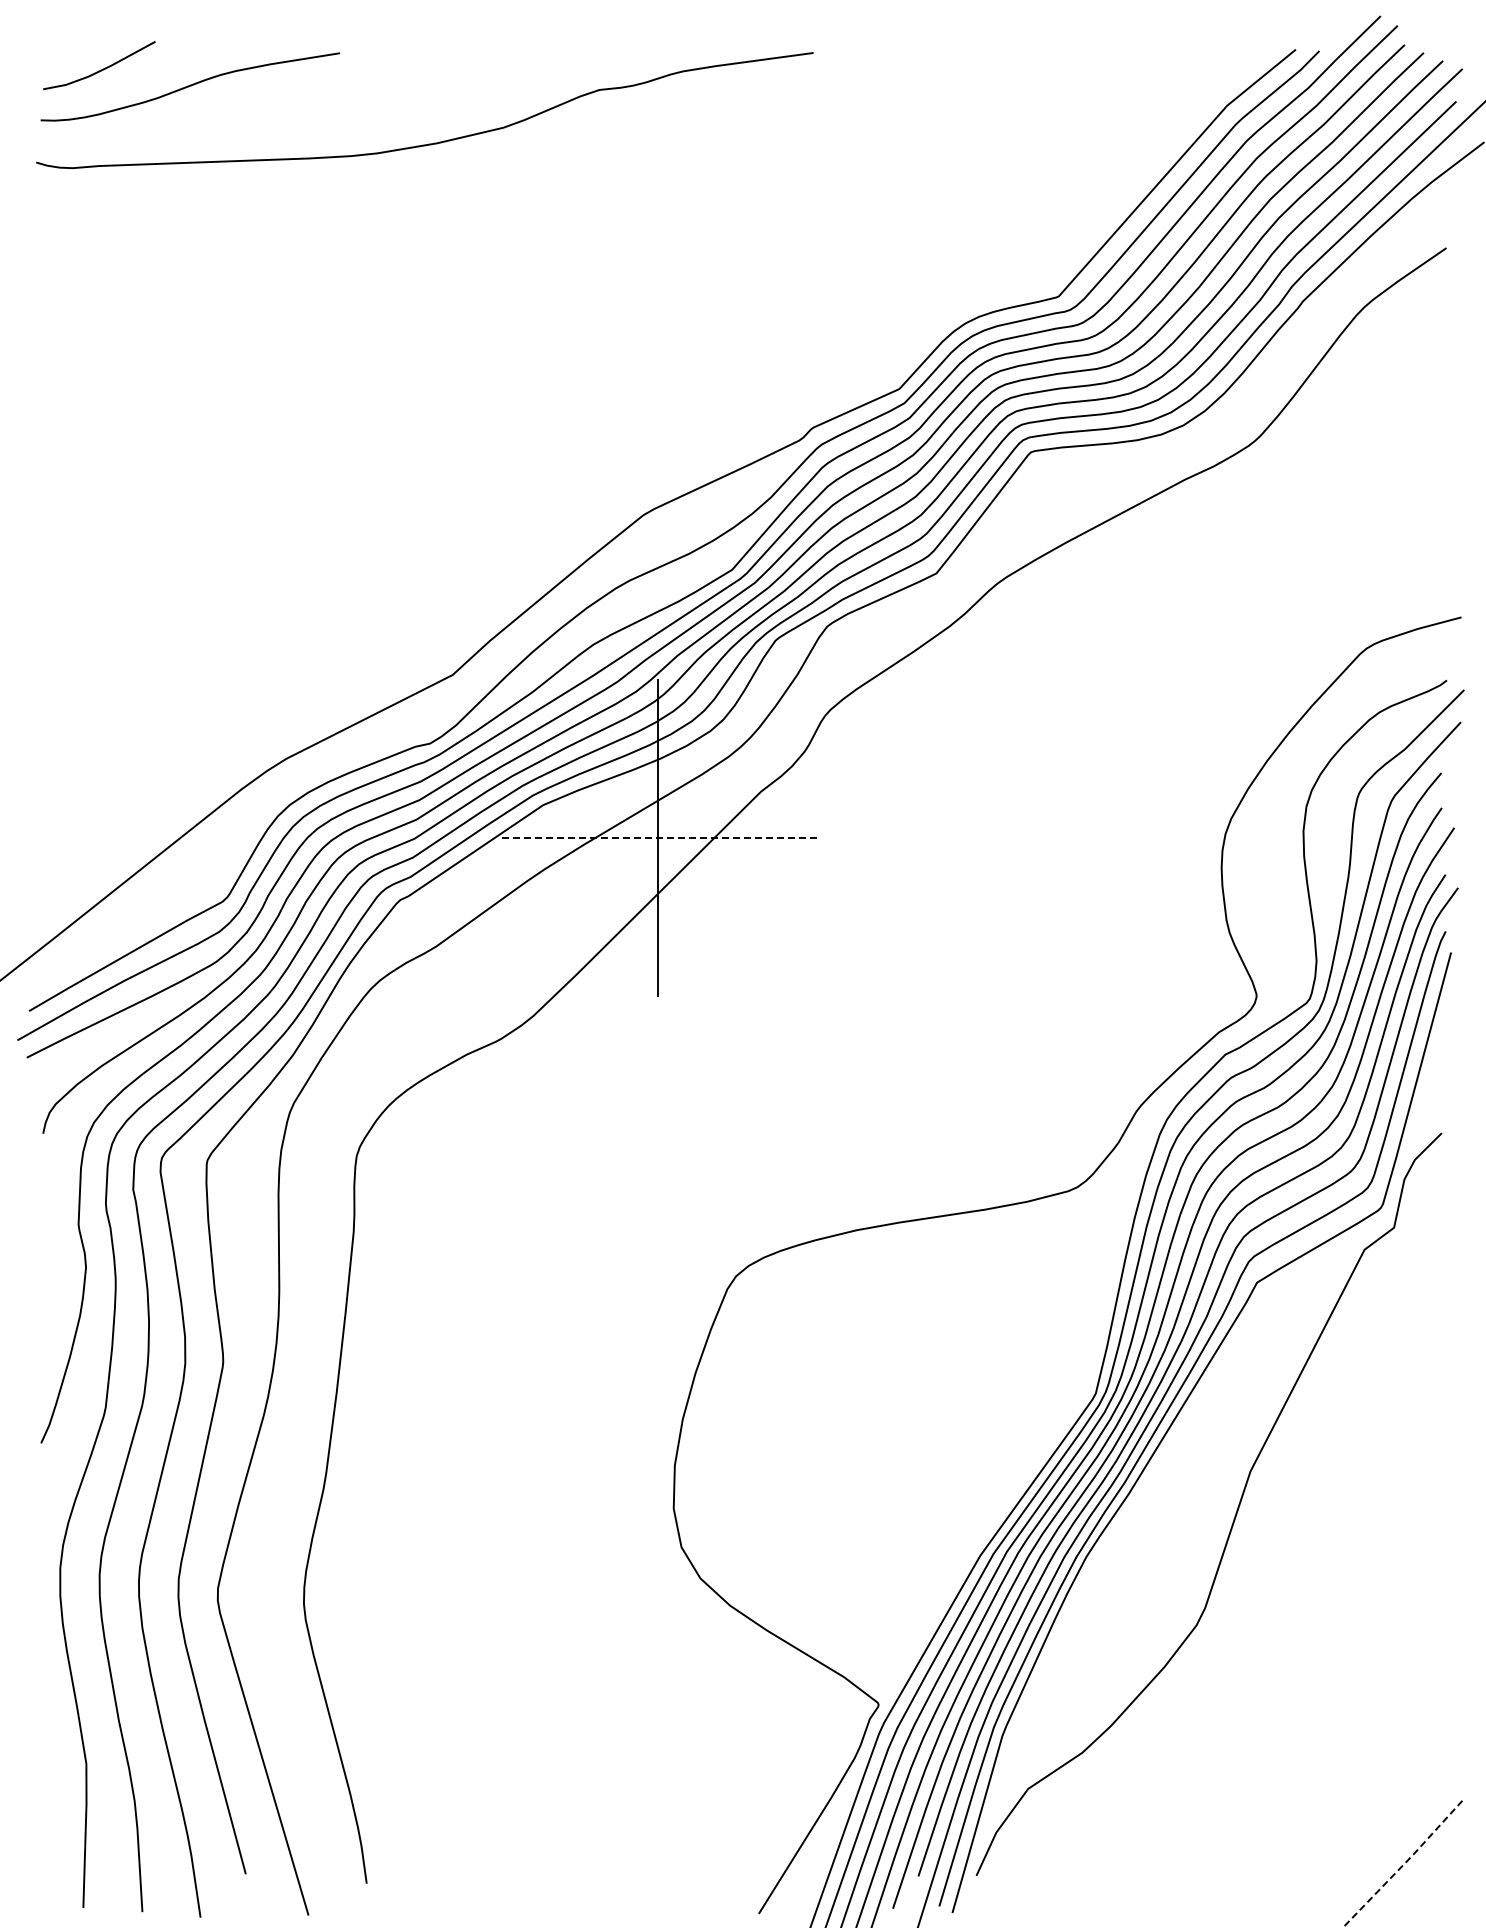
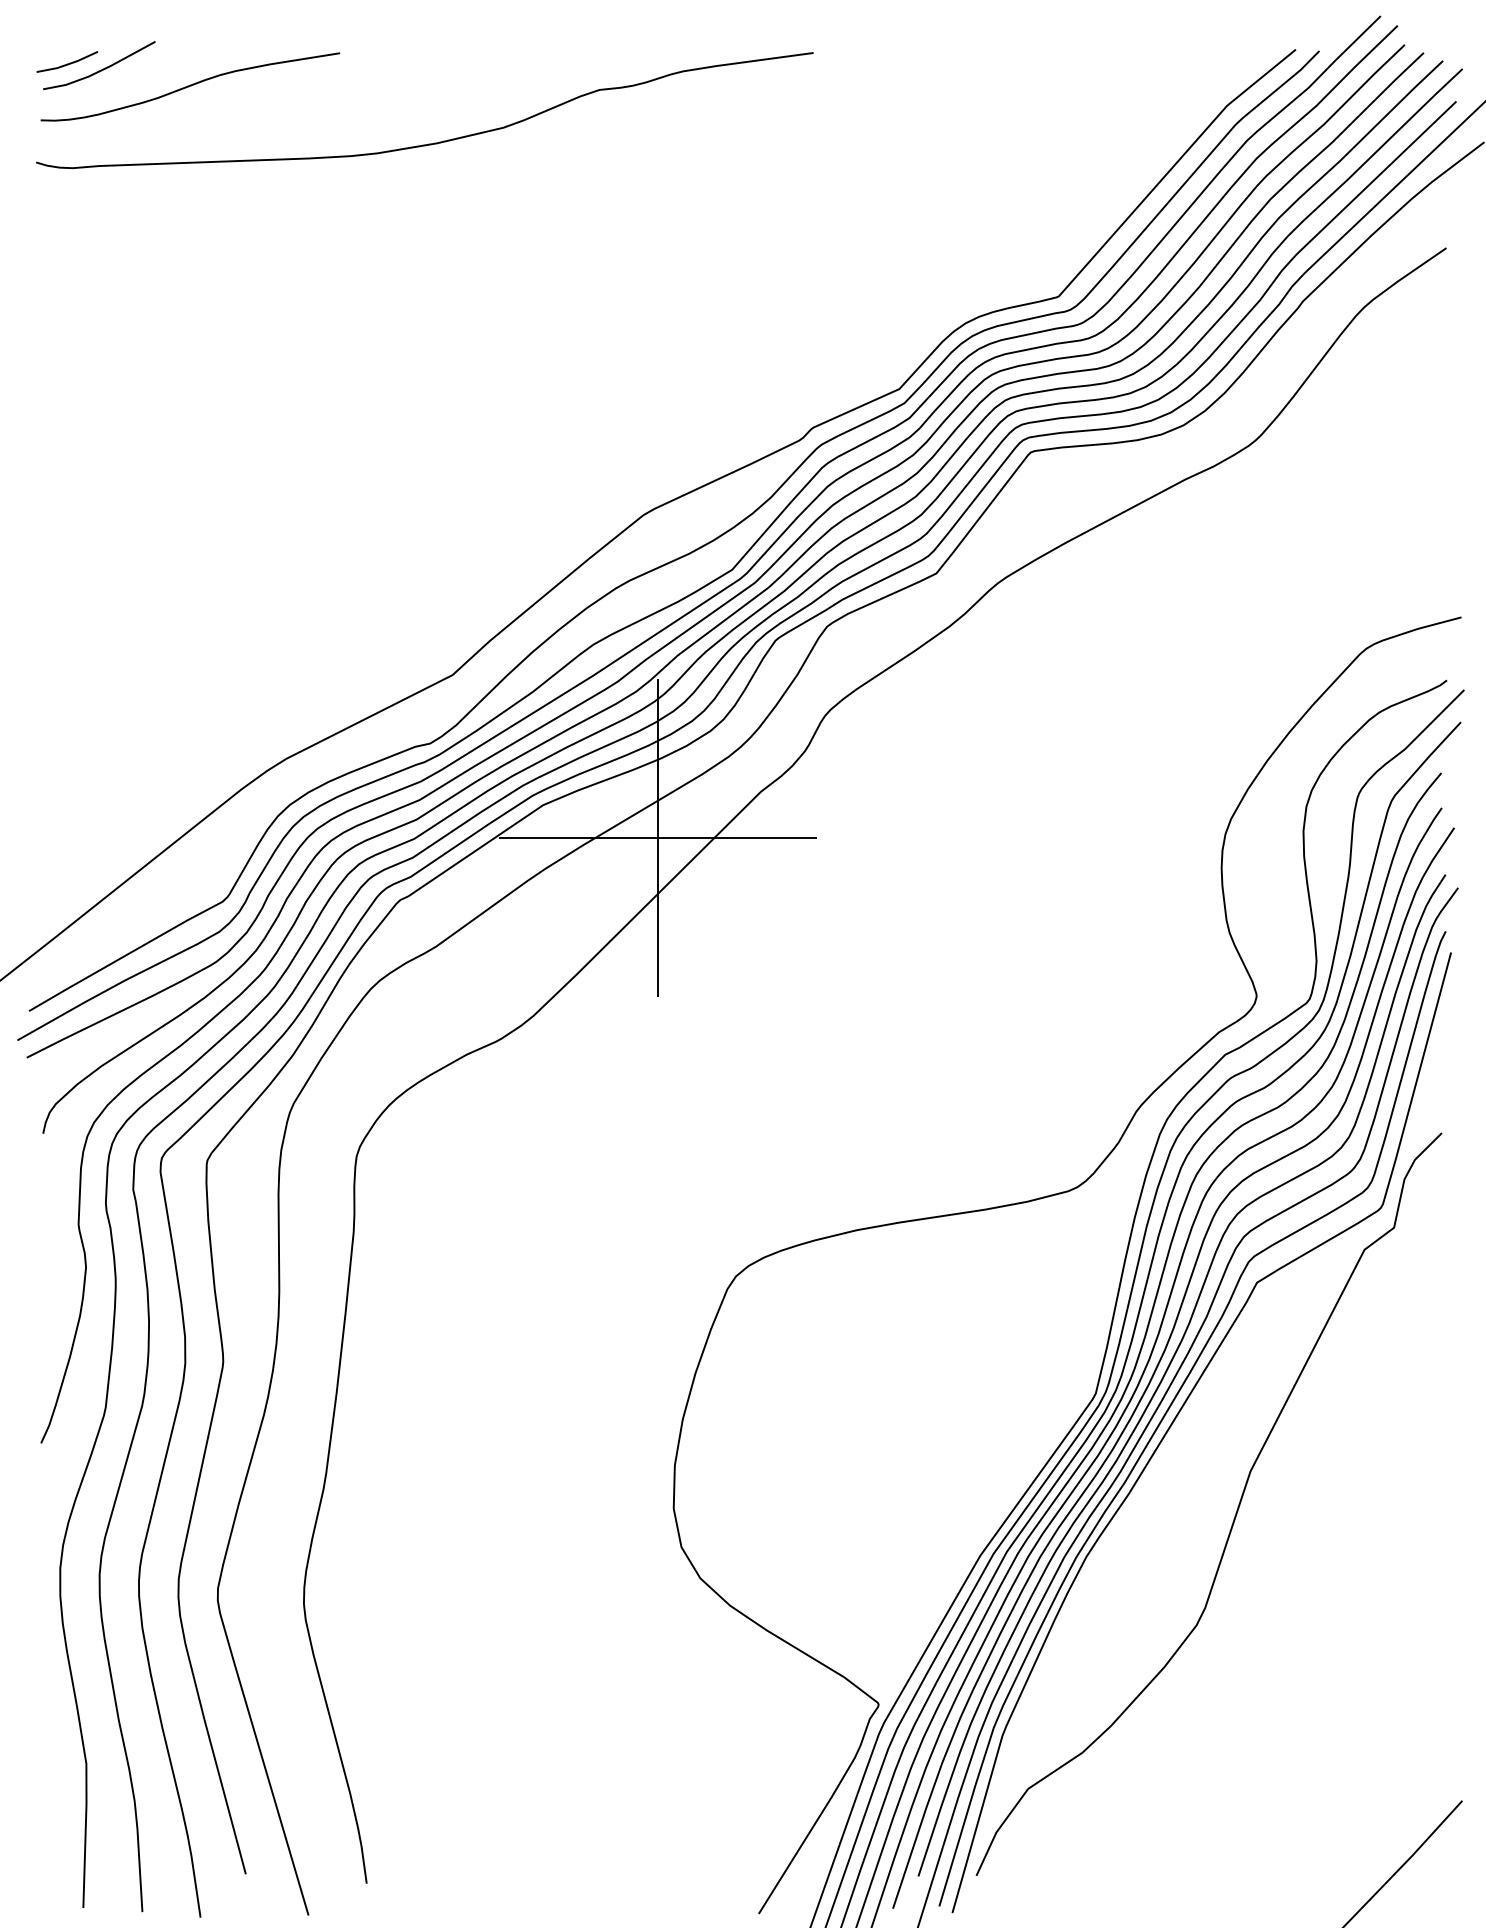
line at (67, 63): none -> present
line at (657, 838): dashed -> solid
line at (1403, 1864): dashed -> solid
